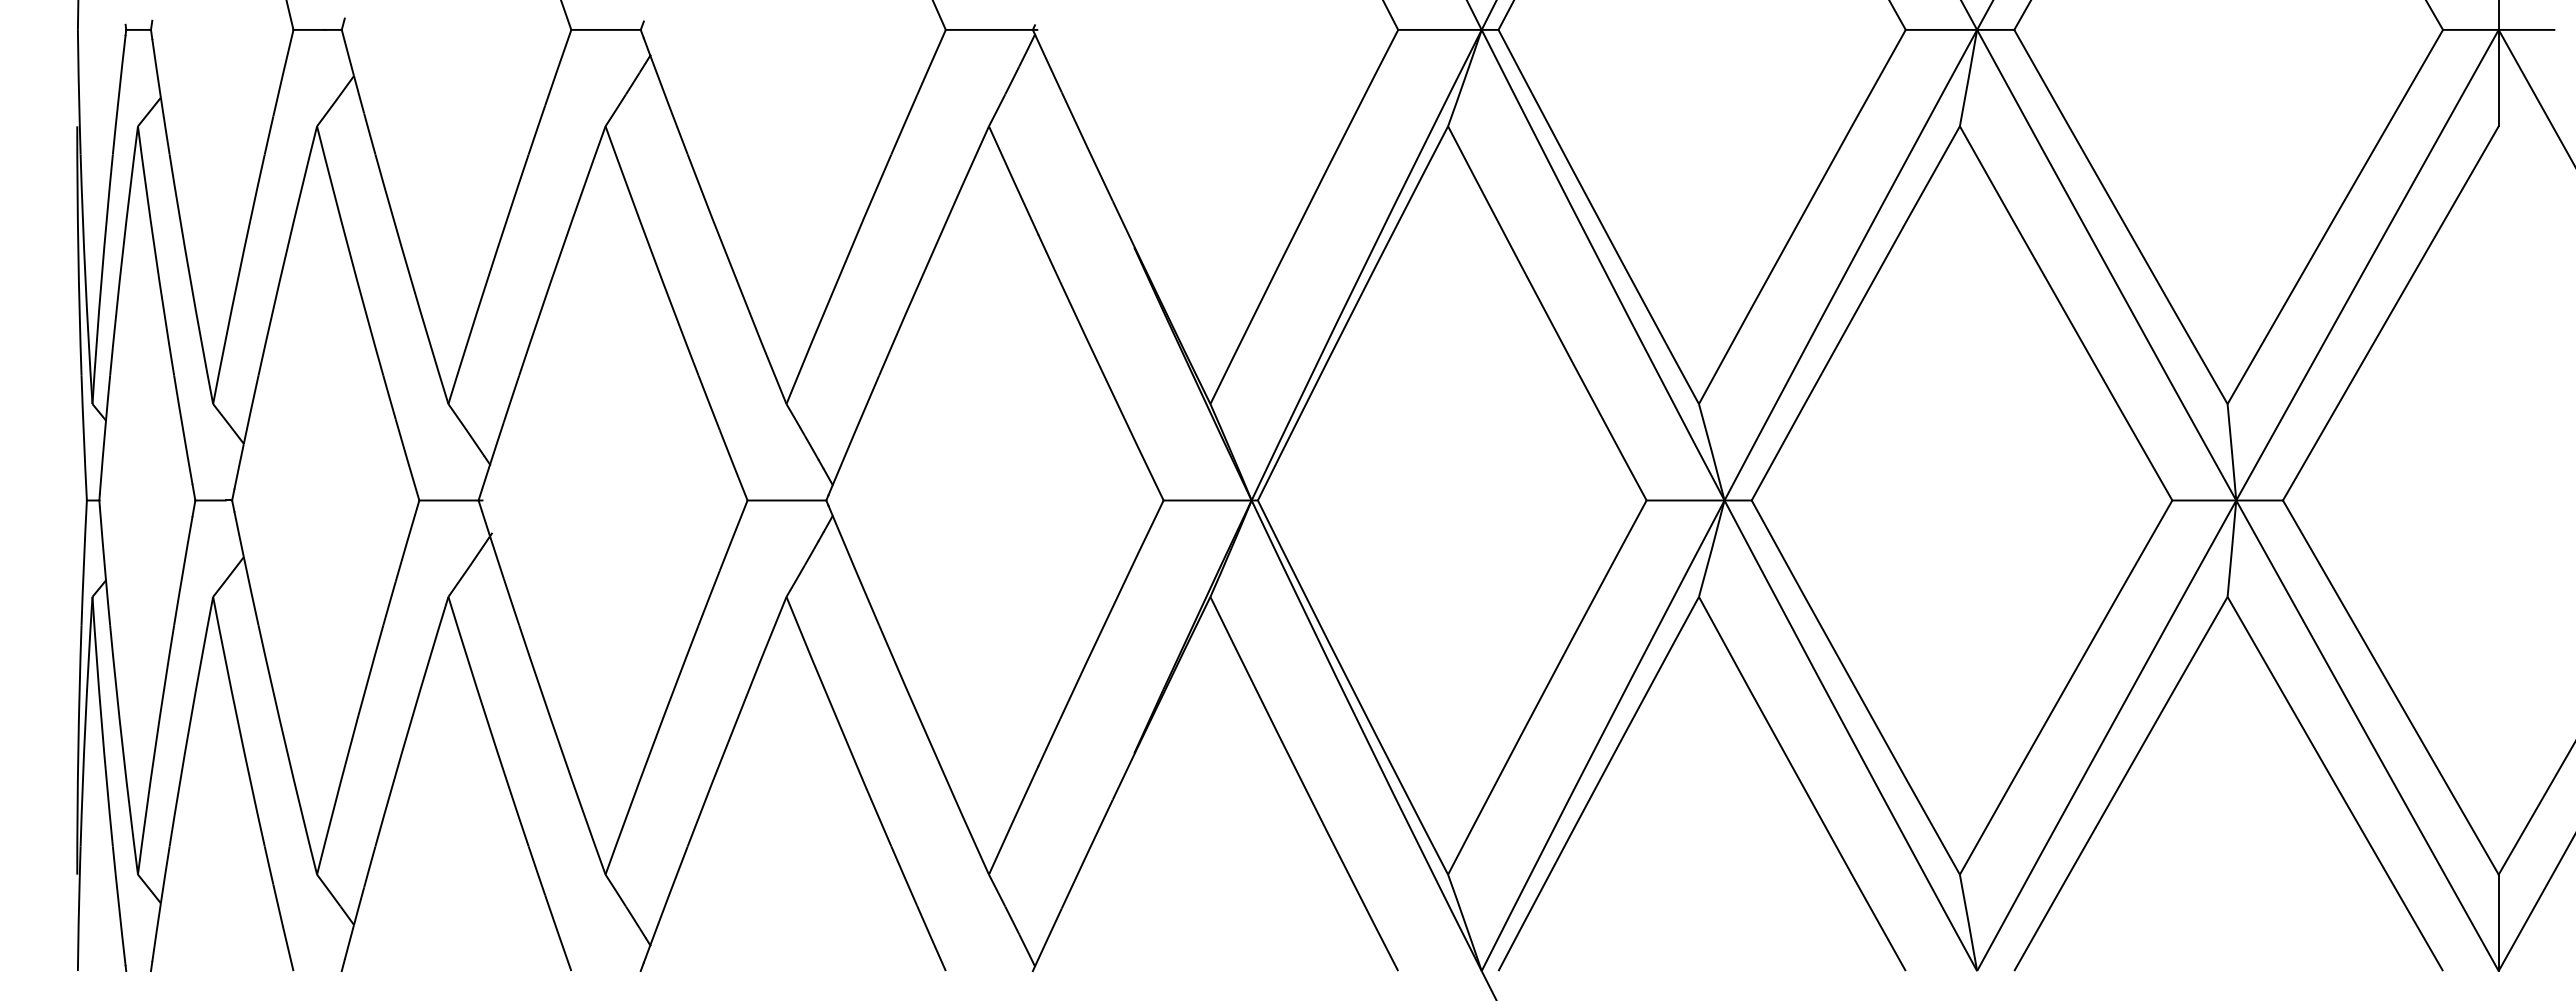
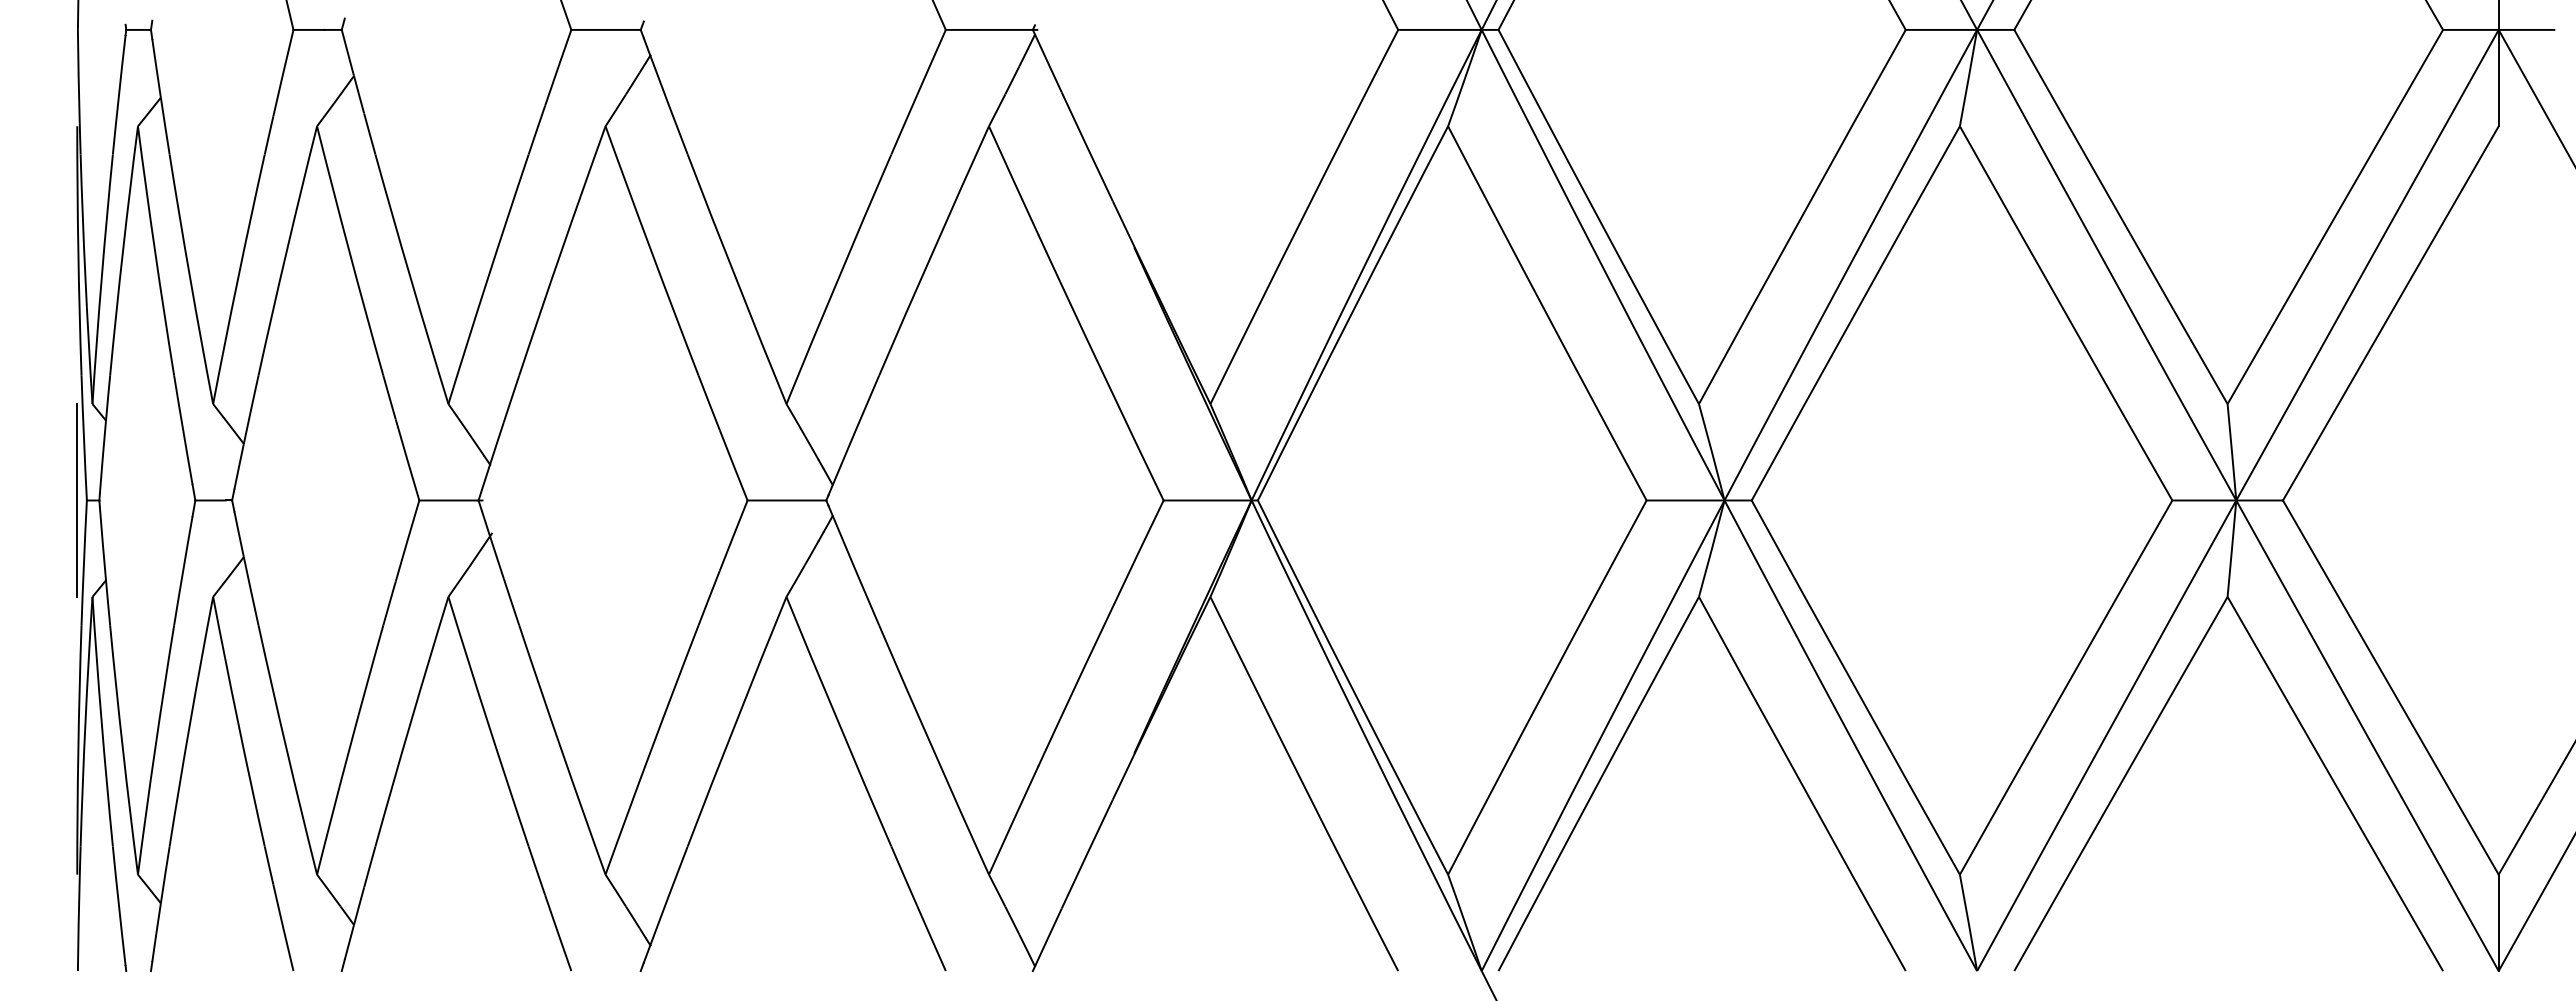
line at (77, 500): none -> present
